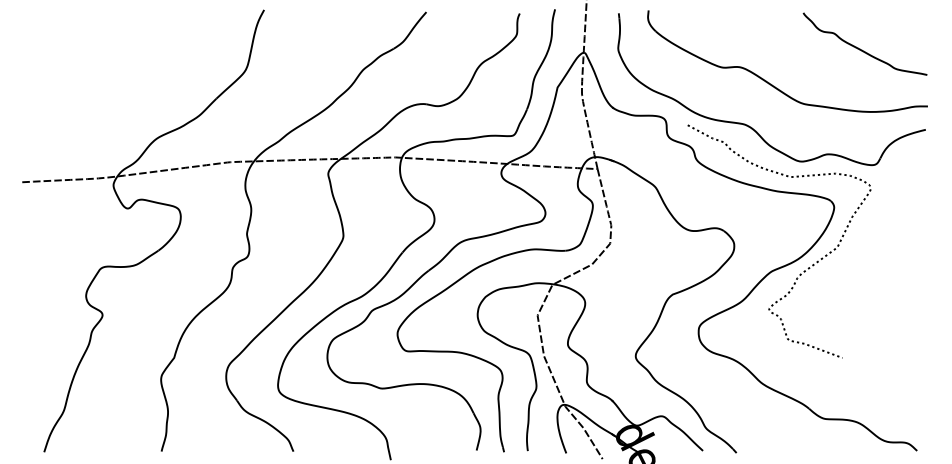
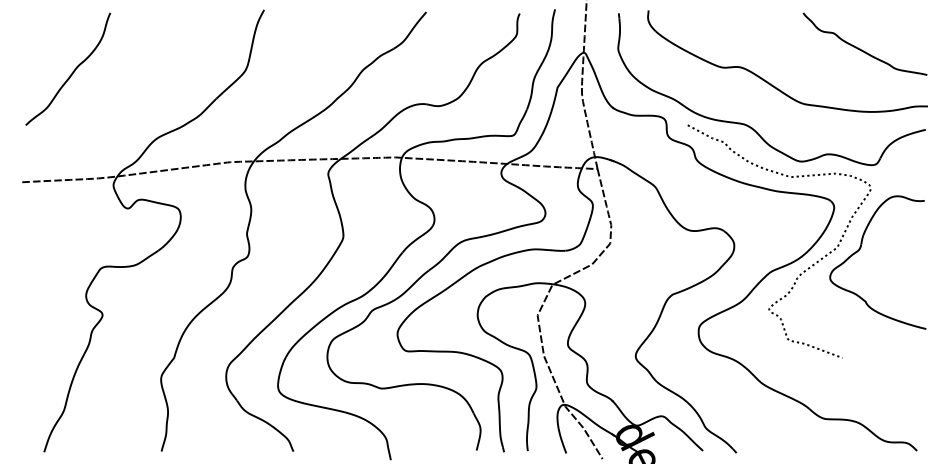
curve at (72, 71): none -> present
part at (860, 249): none -> present
